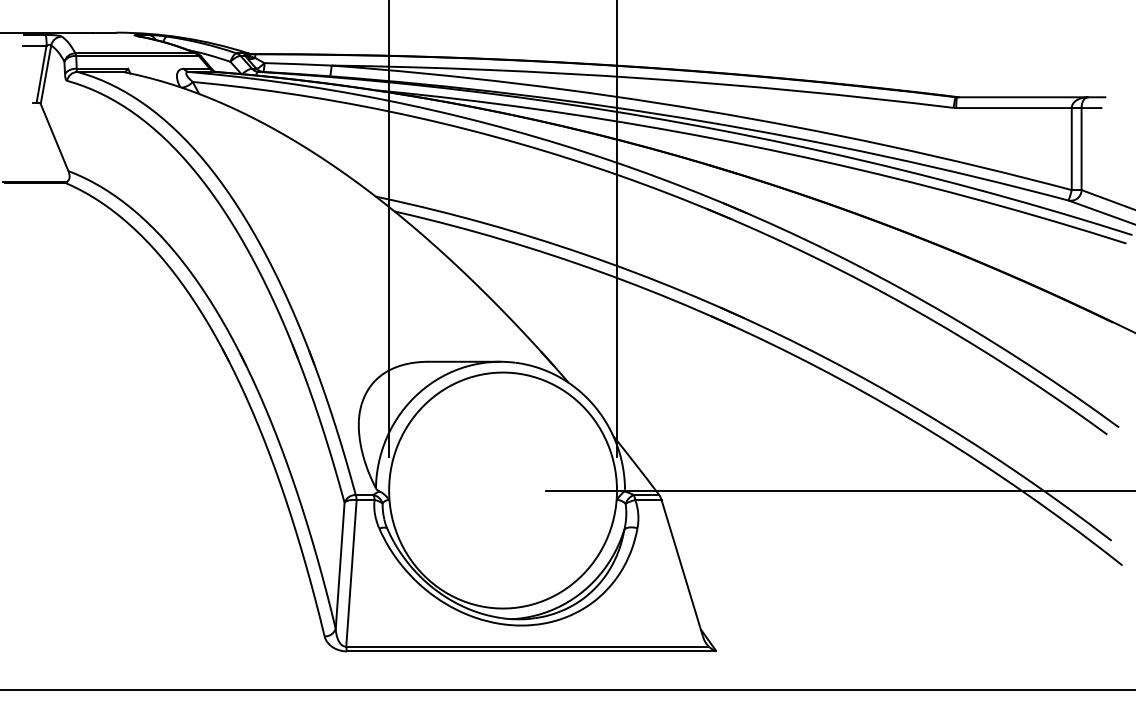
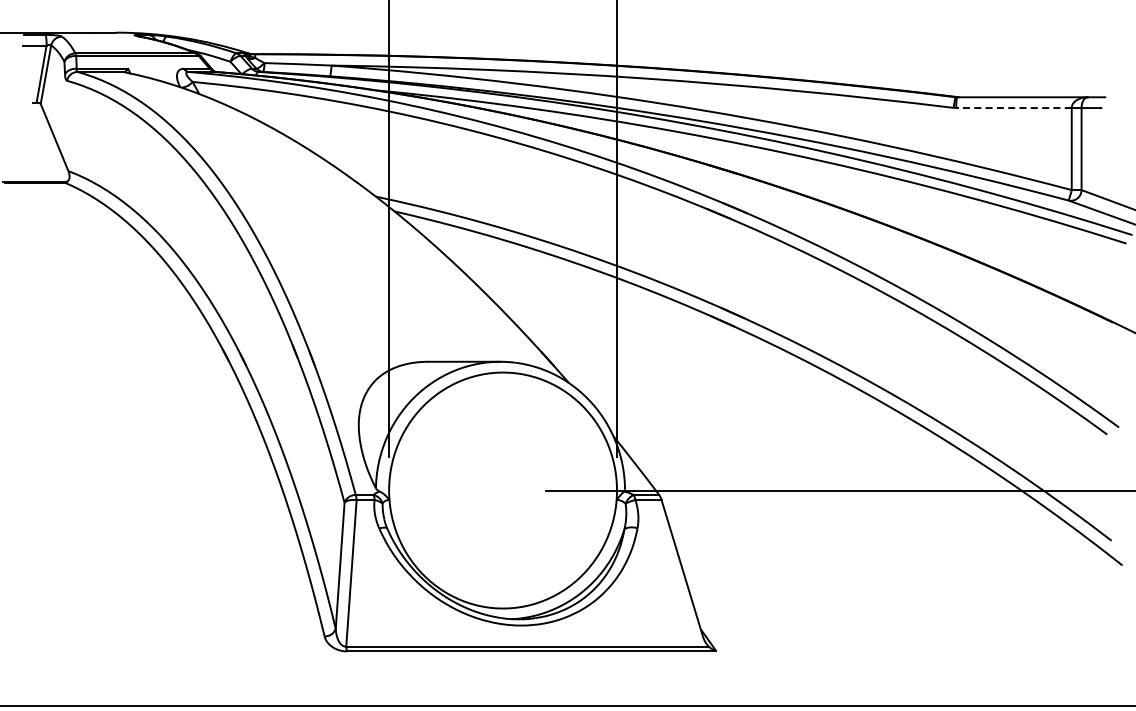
line at (1014, 108): solid -> dashed
line at (567, 689) position: (567, 689) -> (567, 705)
